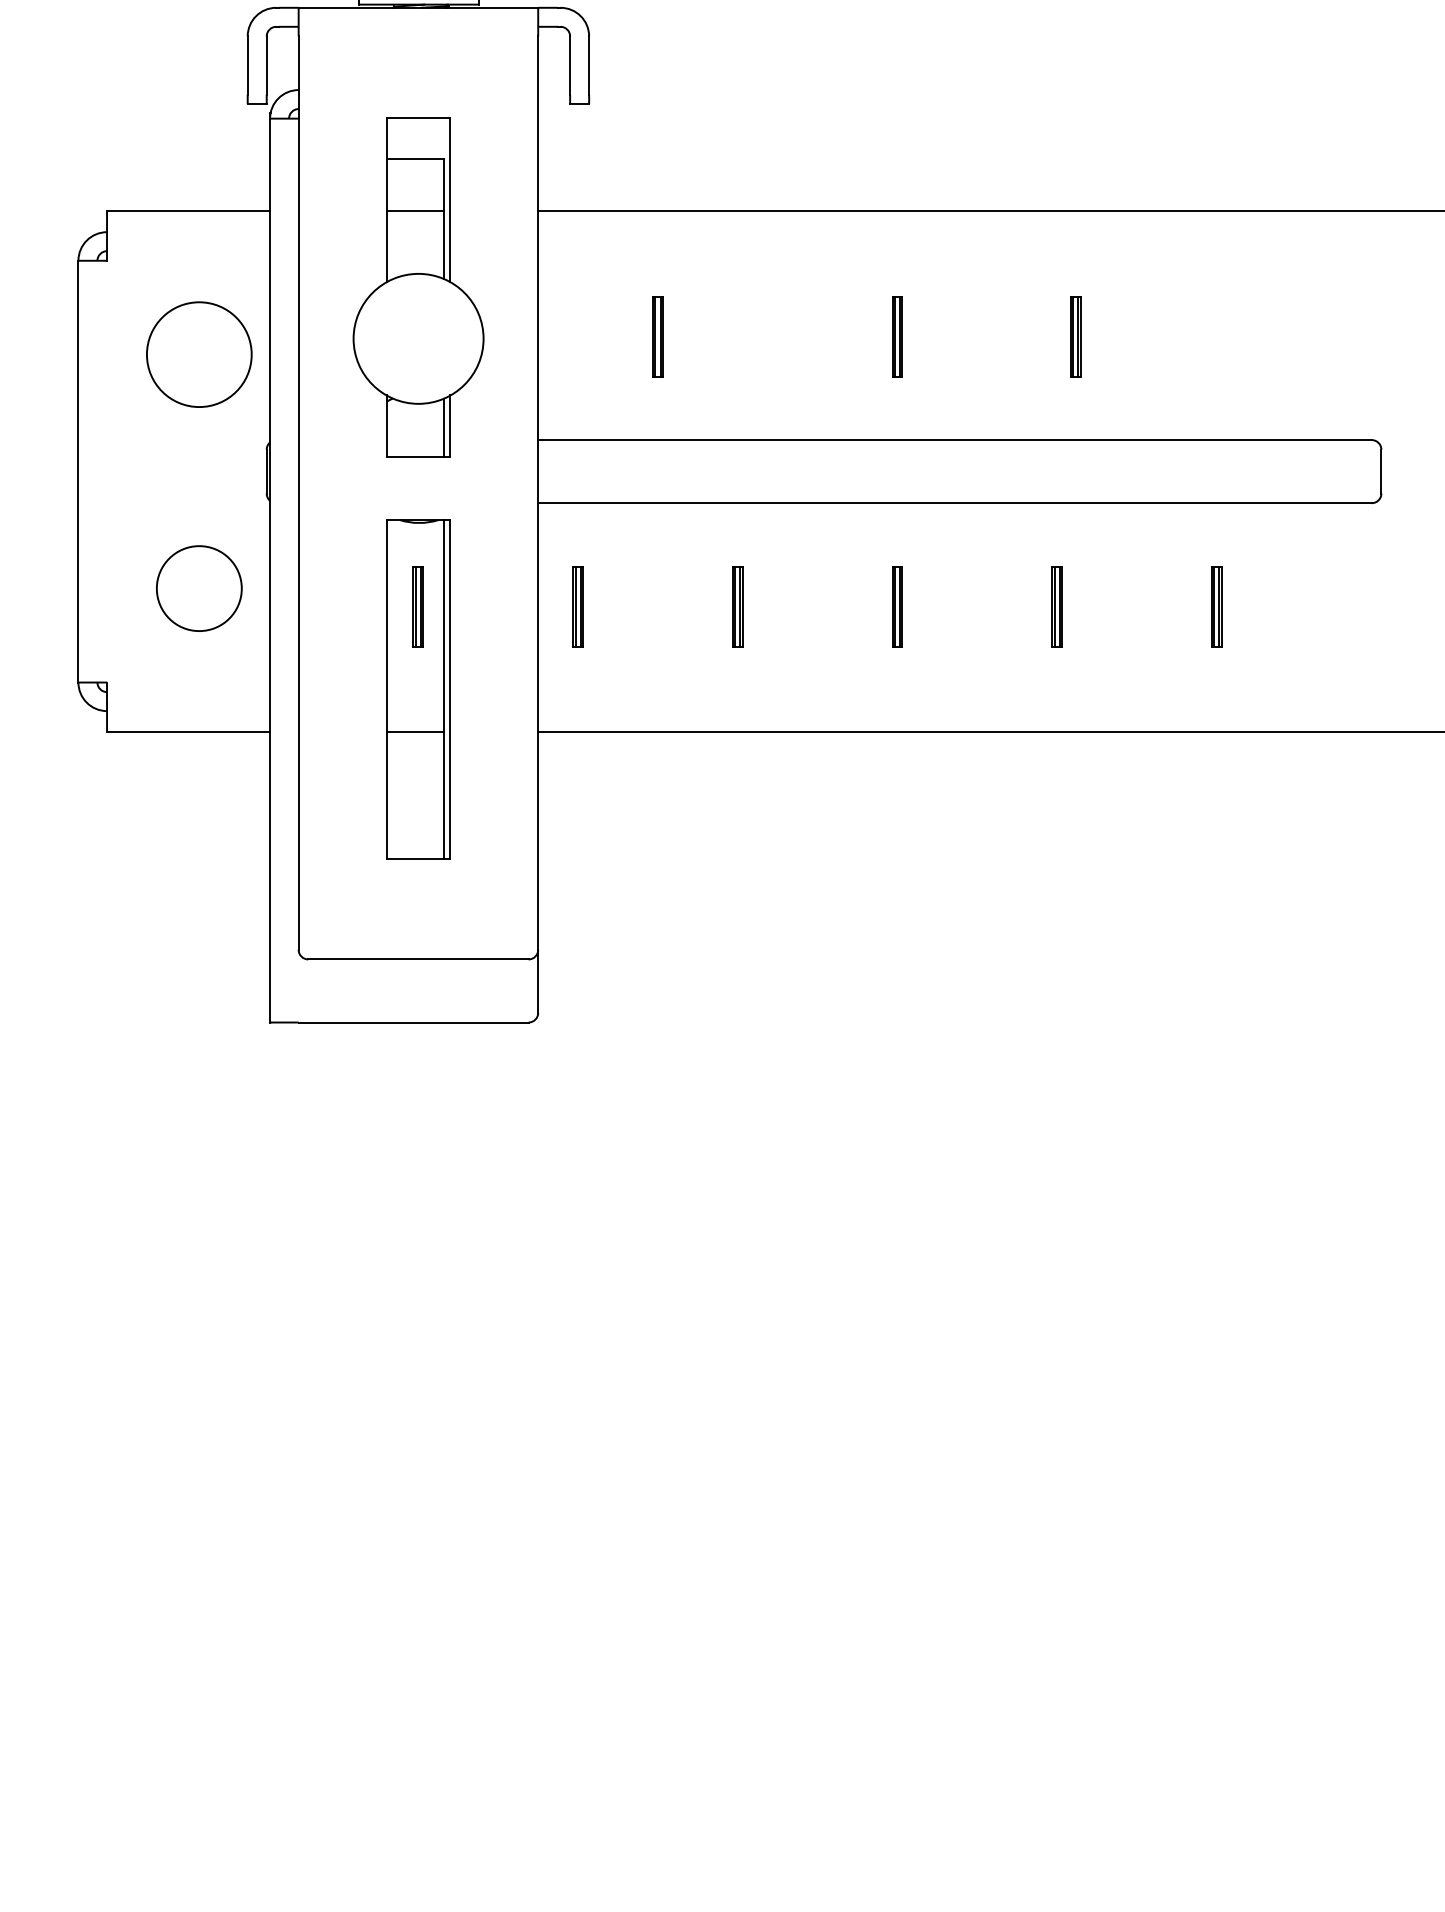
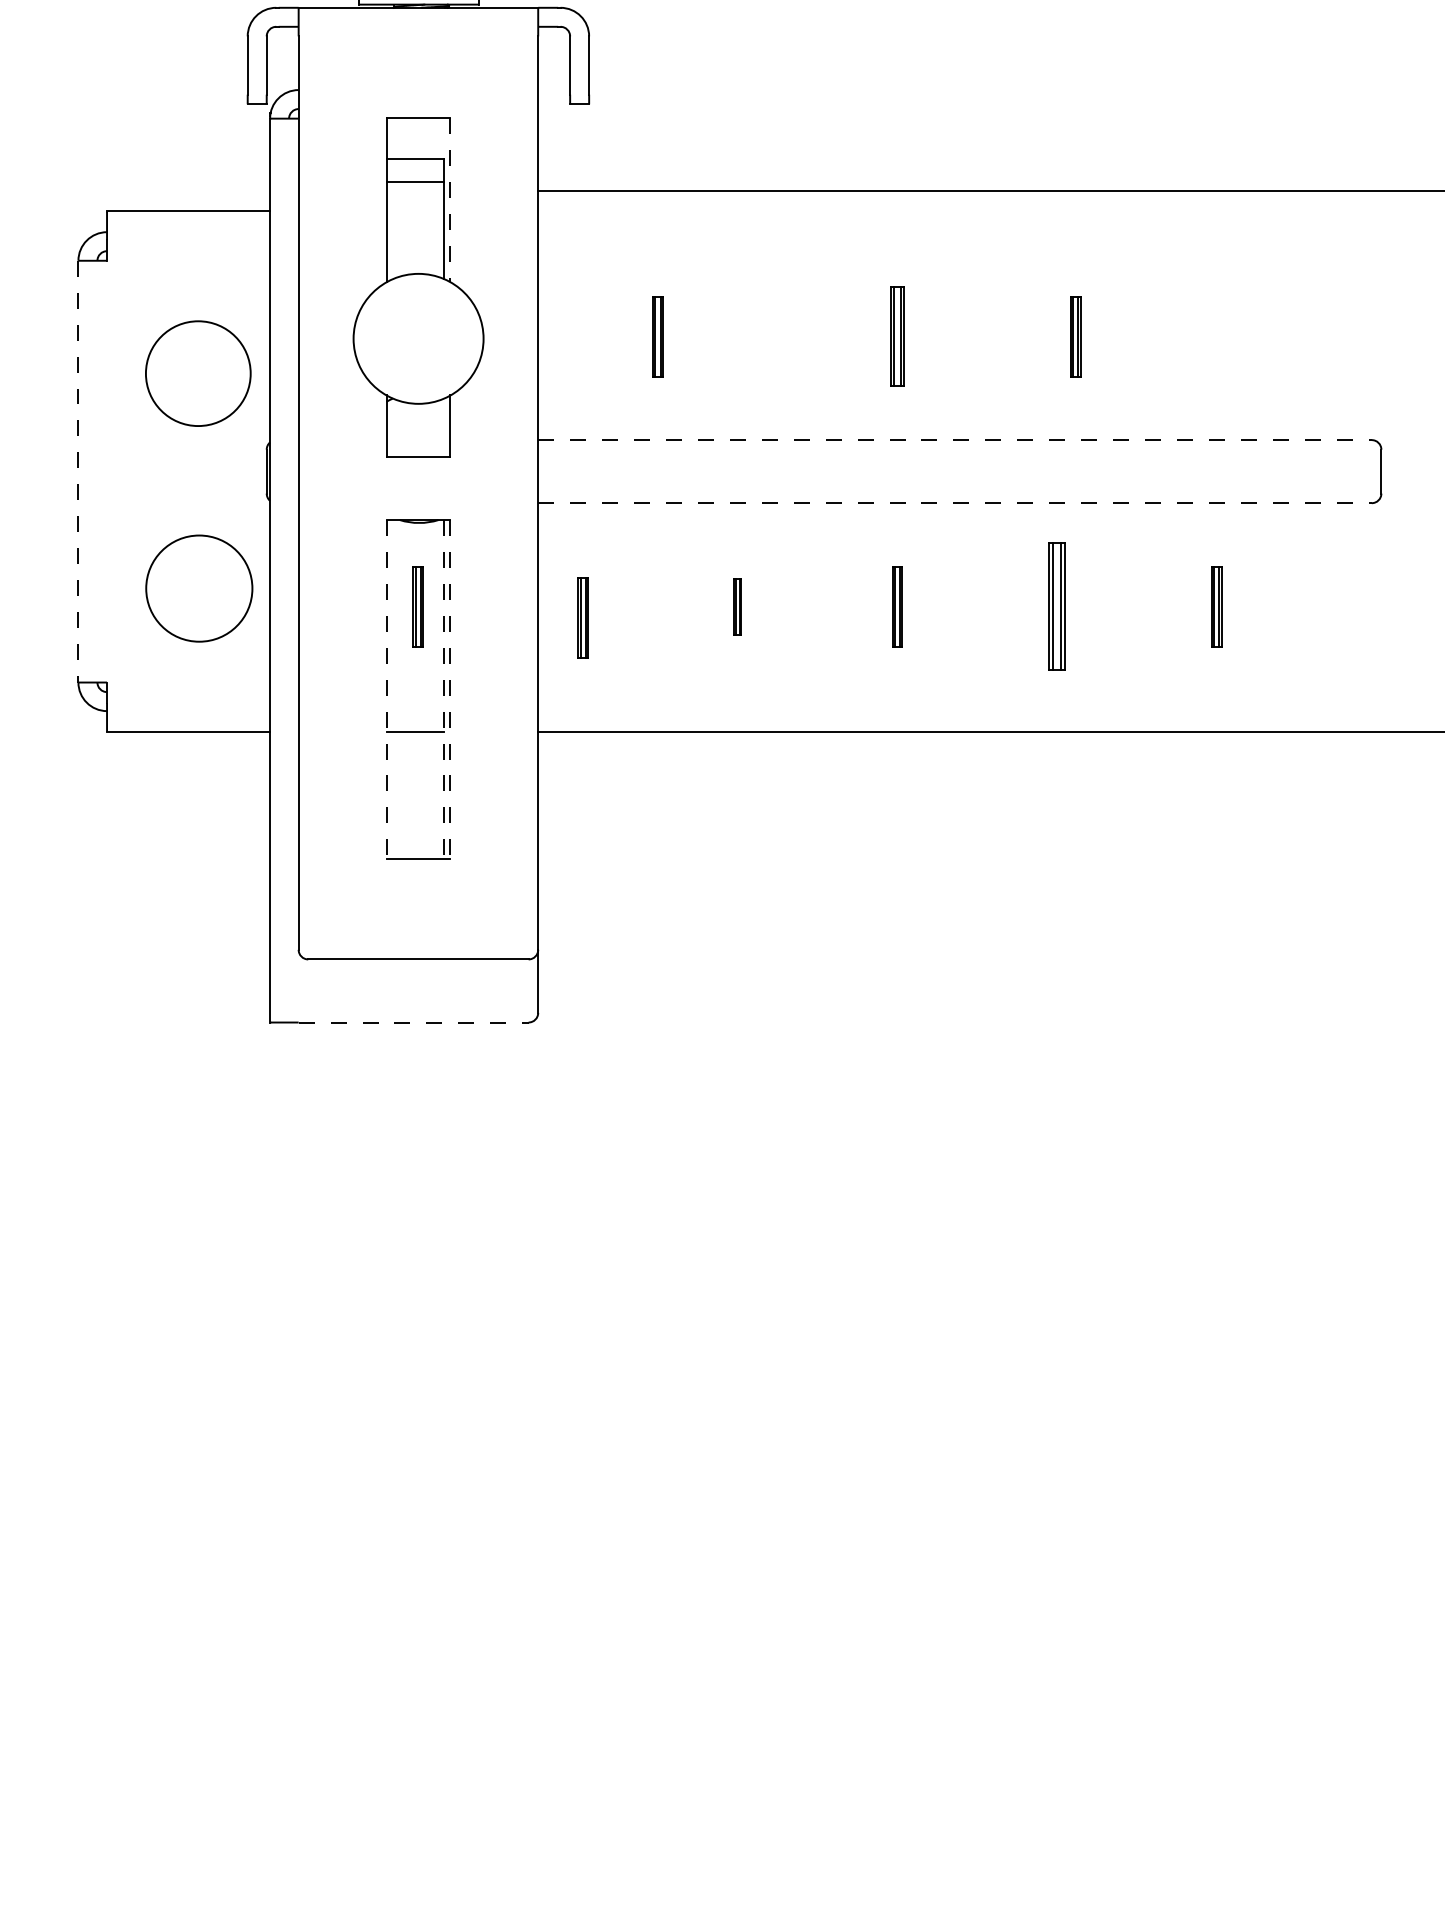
line at (450, 200): solid -> dashed
line at (414, 211) position: (414, 211) -> (414, 182)
line at (989, 211) position: (989, 211) -> (989, 191)
part at (897, 336) size: 11x82 px -> 15x101 px
circle at (199, 354) position: (199, 354) -> (198, 373)
line at (443, 427): present -> none
line at (955, 440): solid -> dashed
line at (78, 471): solid -> dashed
line at (955, 503): solid -> dashed
circle at (198, 588) diameter: 85 px -> 106 px
part at (577, 606) position: (577, 606) -> (582, 617)
part at (737, 606) size: 12x82 px -> 9x58 px
part at (1056, 606) size: 12x82 px -> 18x129 px
line at (386, 689): solid -> dashed
line at (443, 689): solid -> dashed
line at (450, 689): solid -> dashed
line at (413, 1022): solid -> dashed
